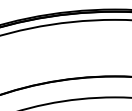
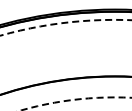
circle at (65, 27): solid -> dashed
circle at (75, 103): solid -> dashed
